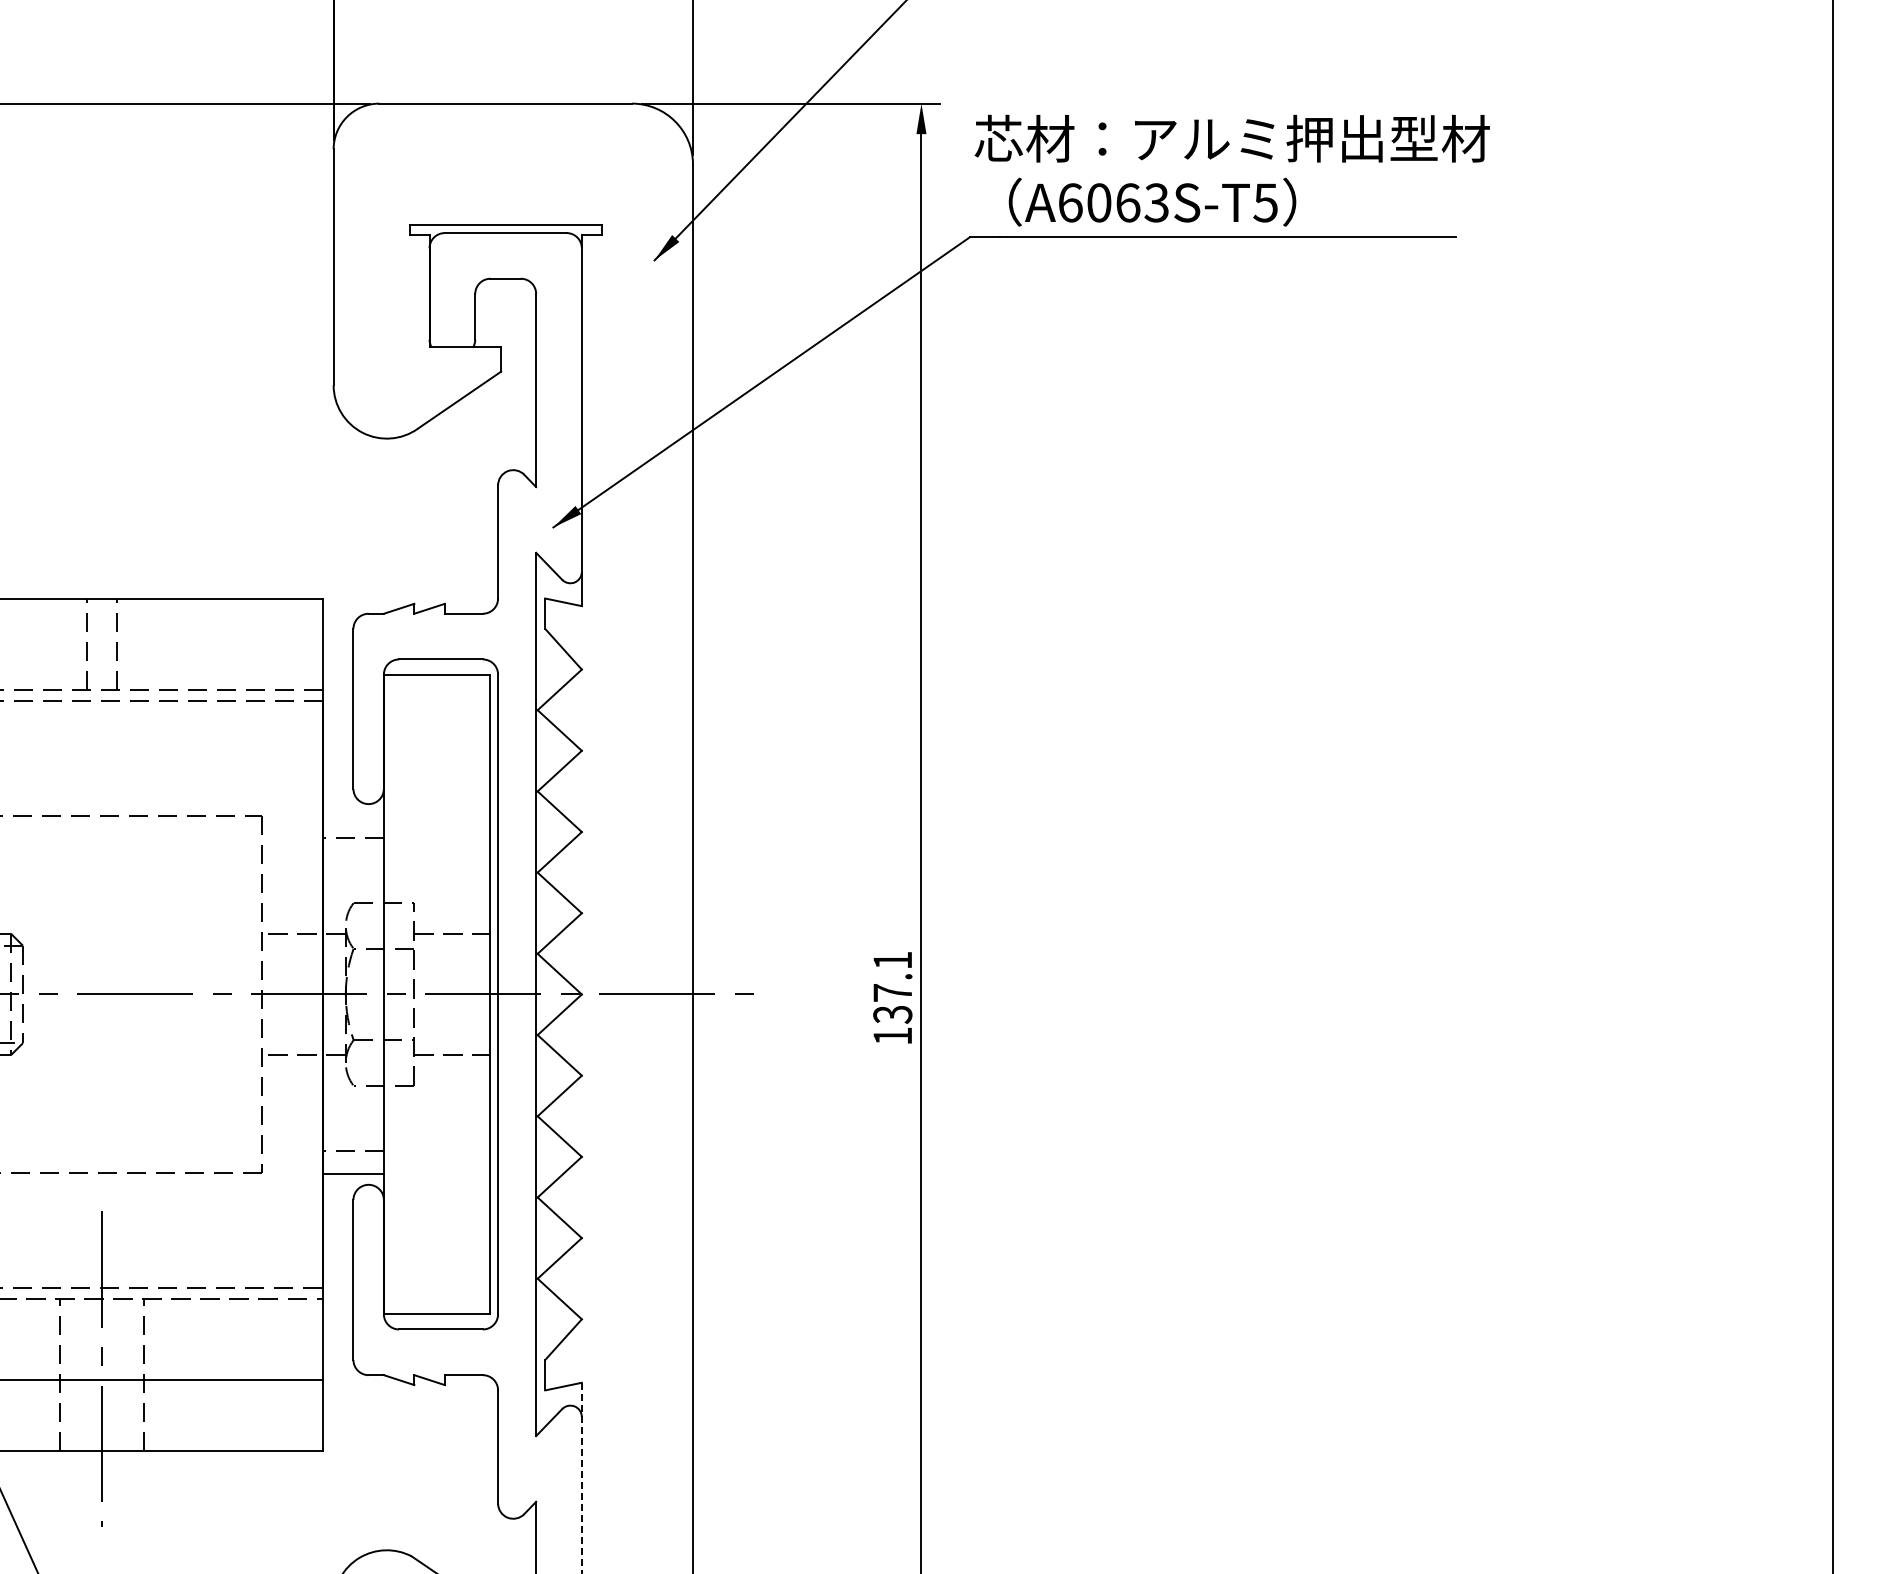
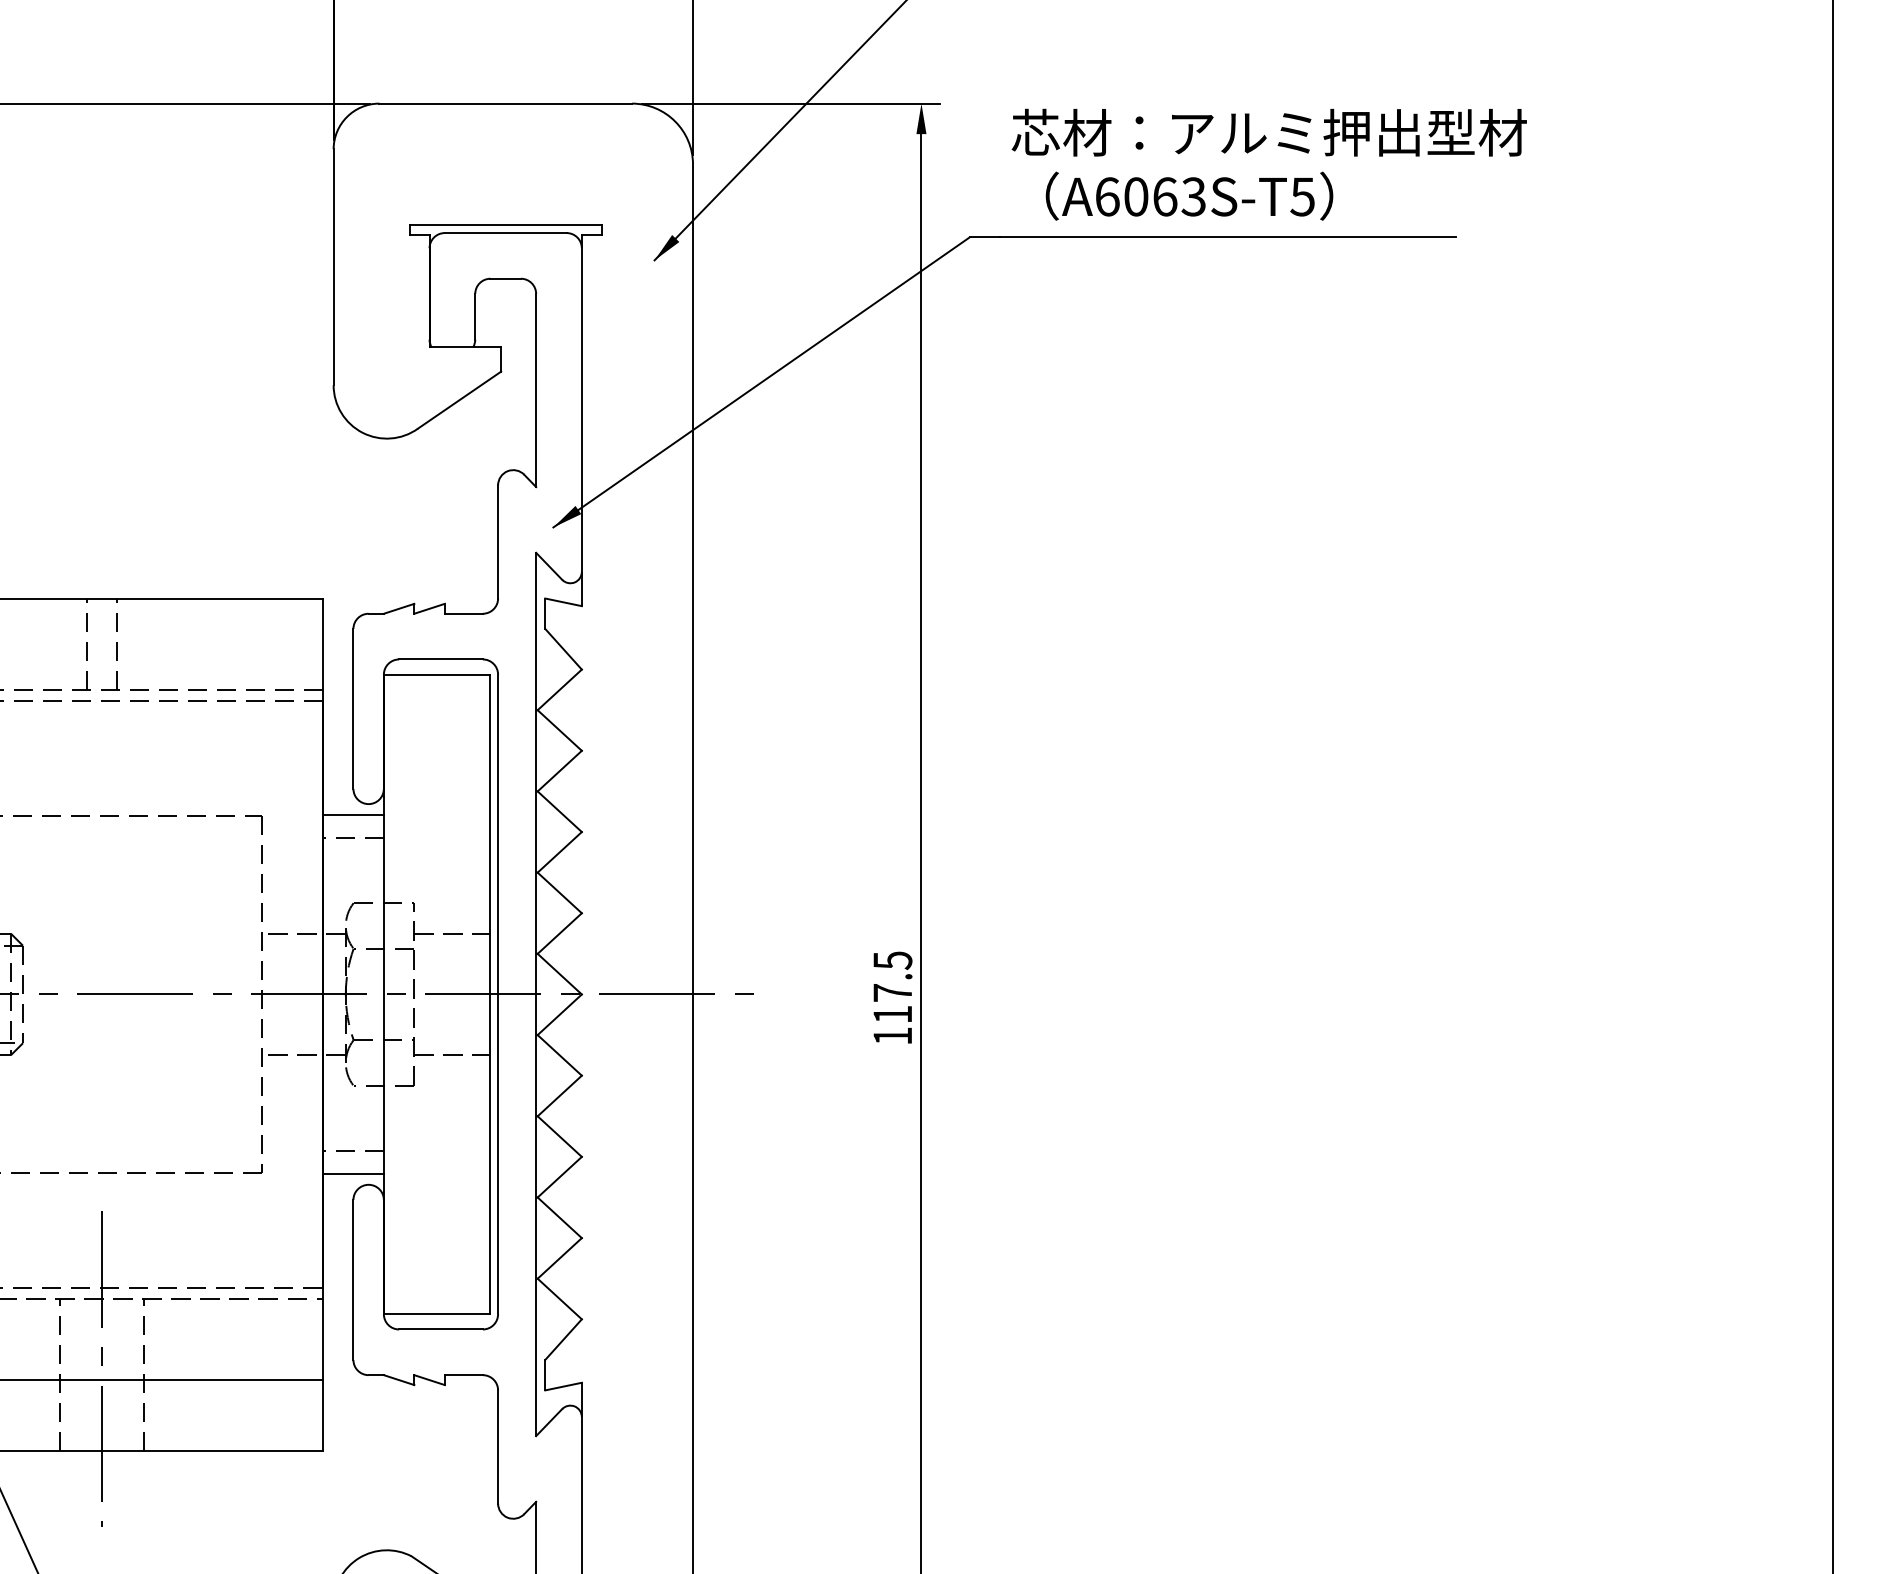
text at (1231, 170) position: (1231, 170) -> (1268, 164)
line at (352, 814): none -> present
text at (892, 987): 137.1 -> 117.5
line at (581, 1478): dashed -> solid
